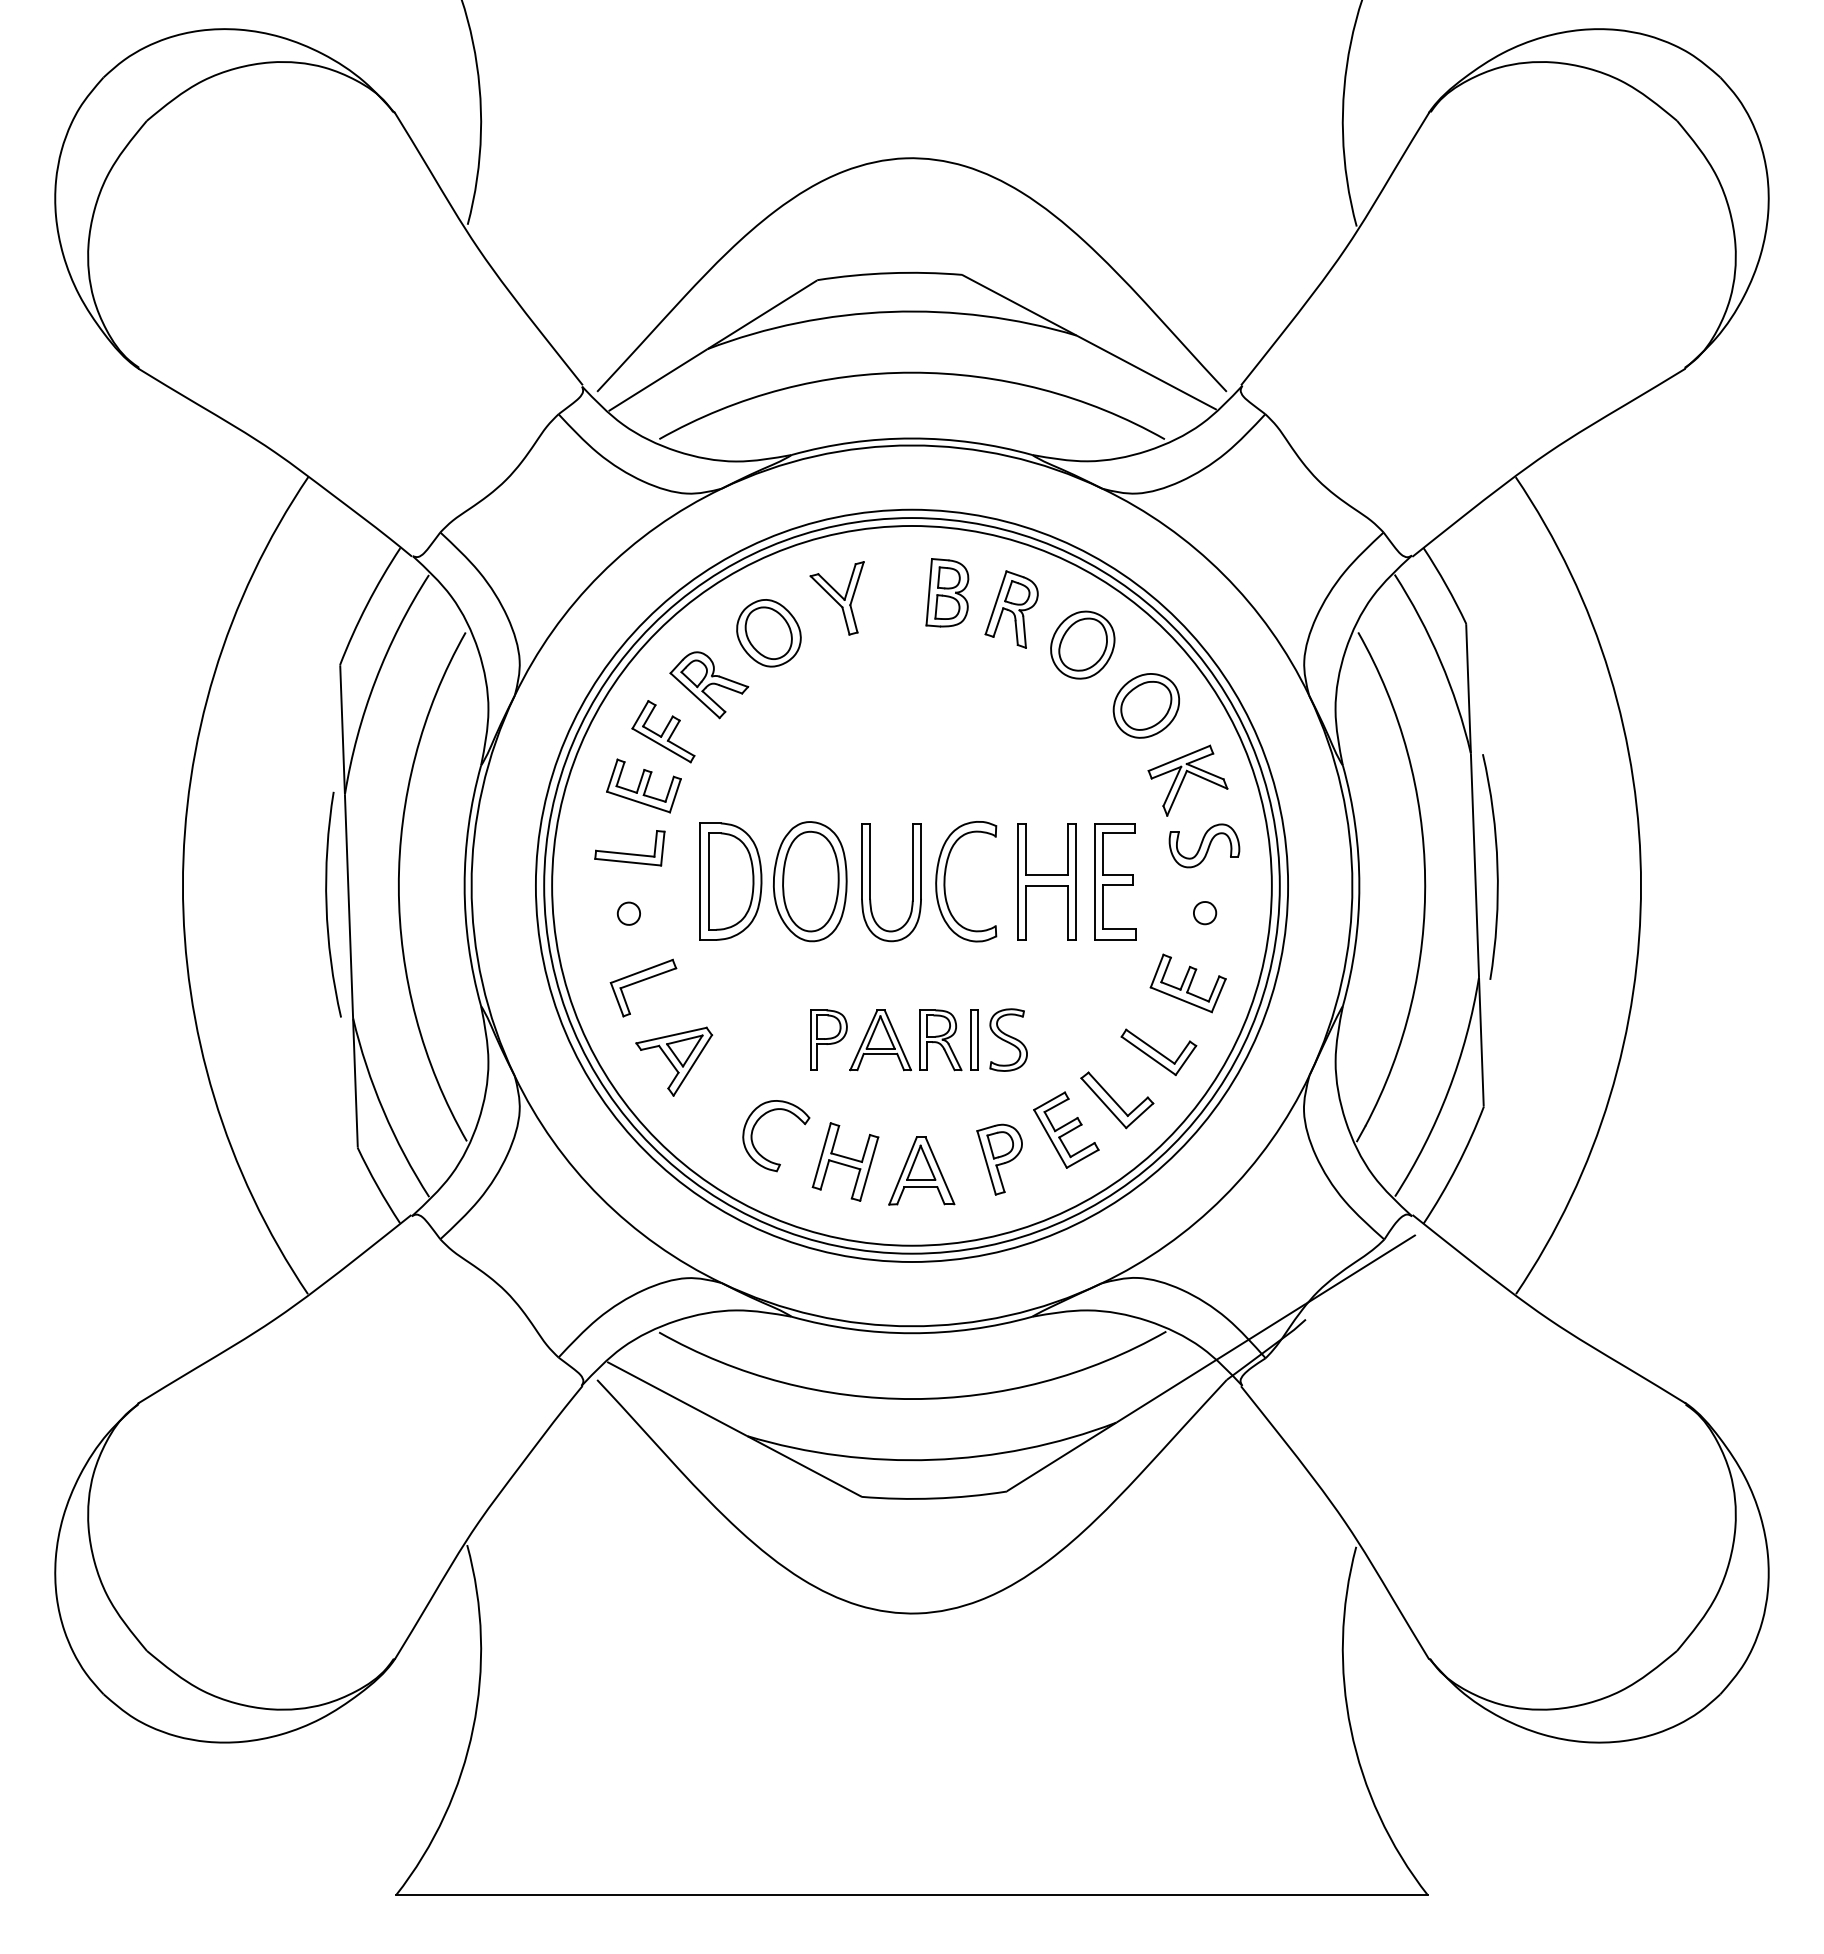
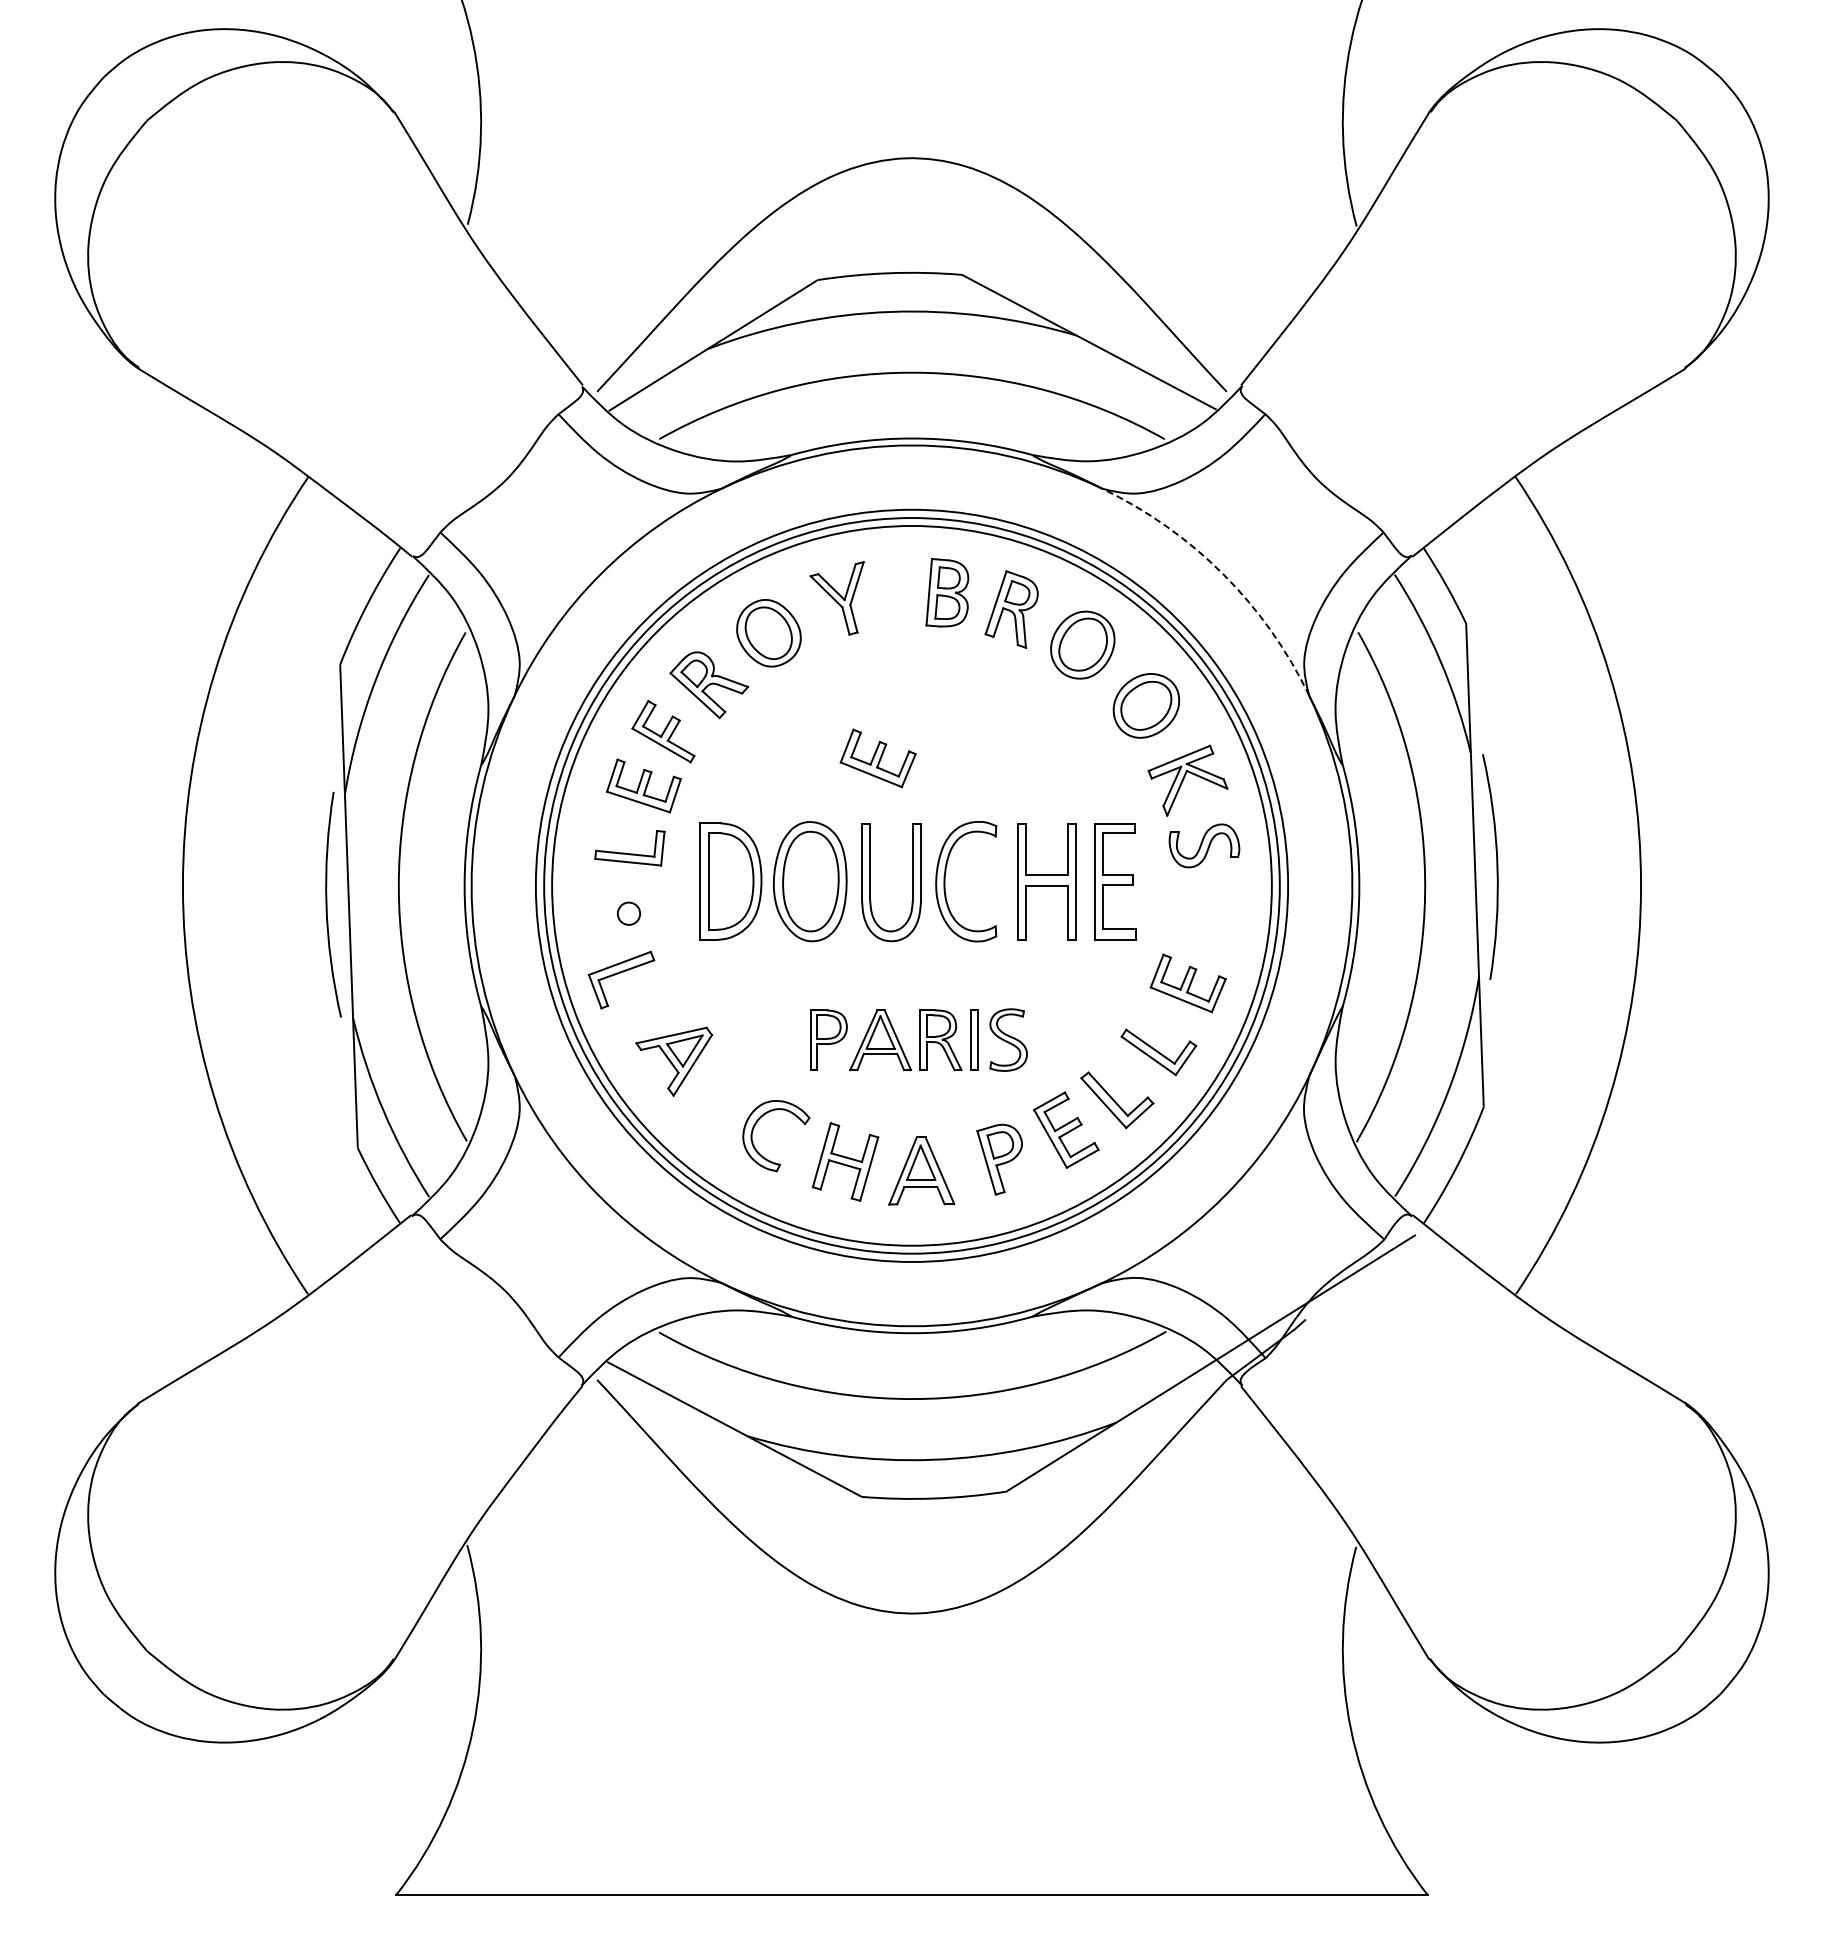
arc at (1223, 574): solid -> dashed
part at (877, 758): none -> present
part at (1205, 913): present -> none
part at (643, 987) position: (643, 987) -> (621, 979)
